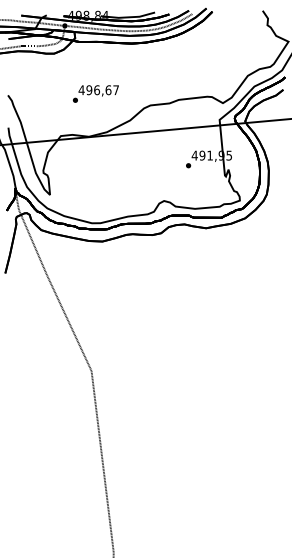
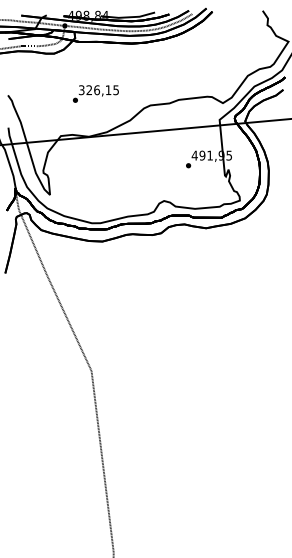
text at (98, 90): 496,67 -> 326,15
